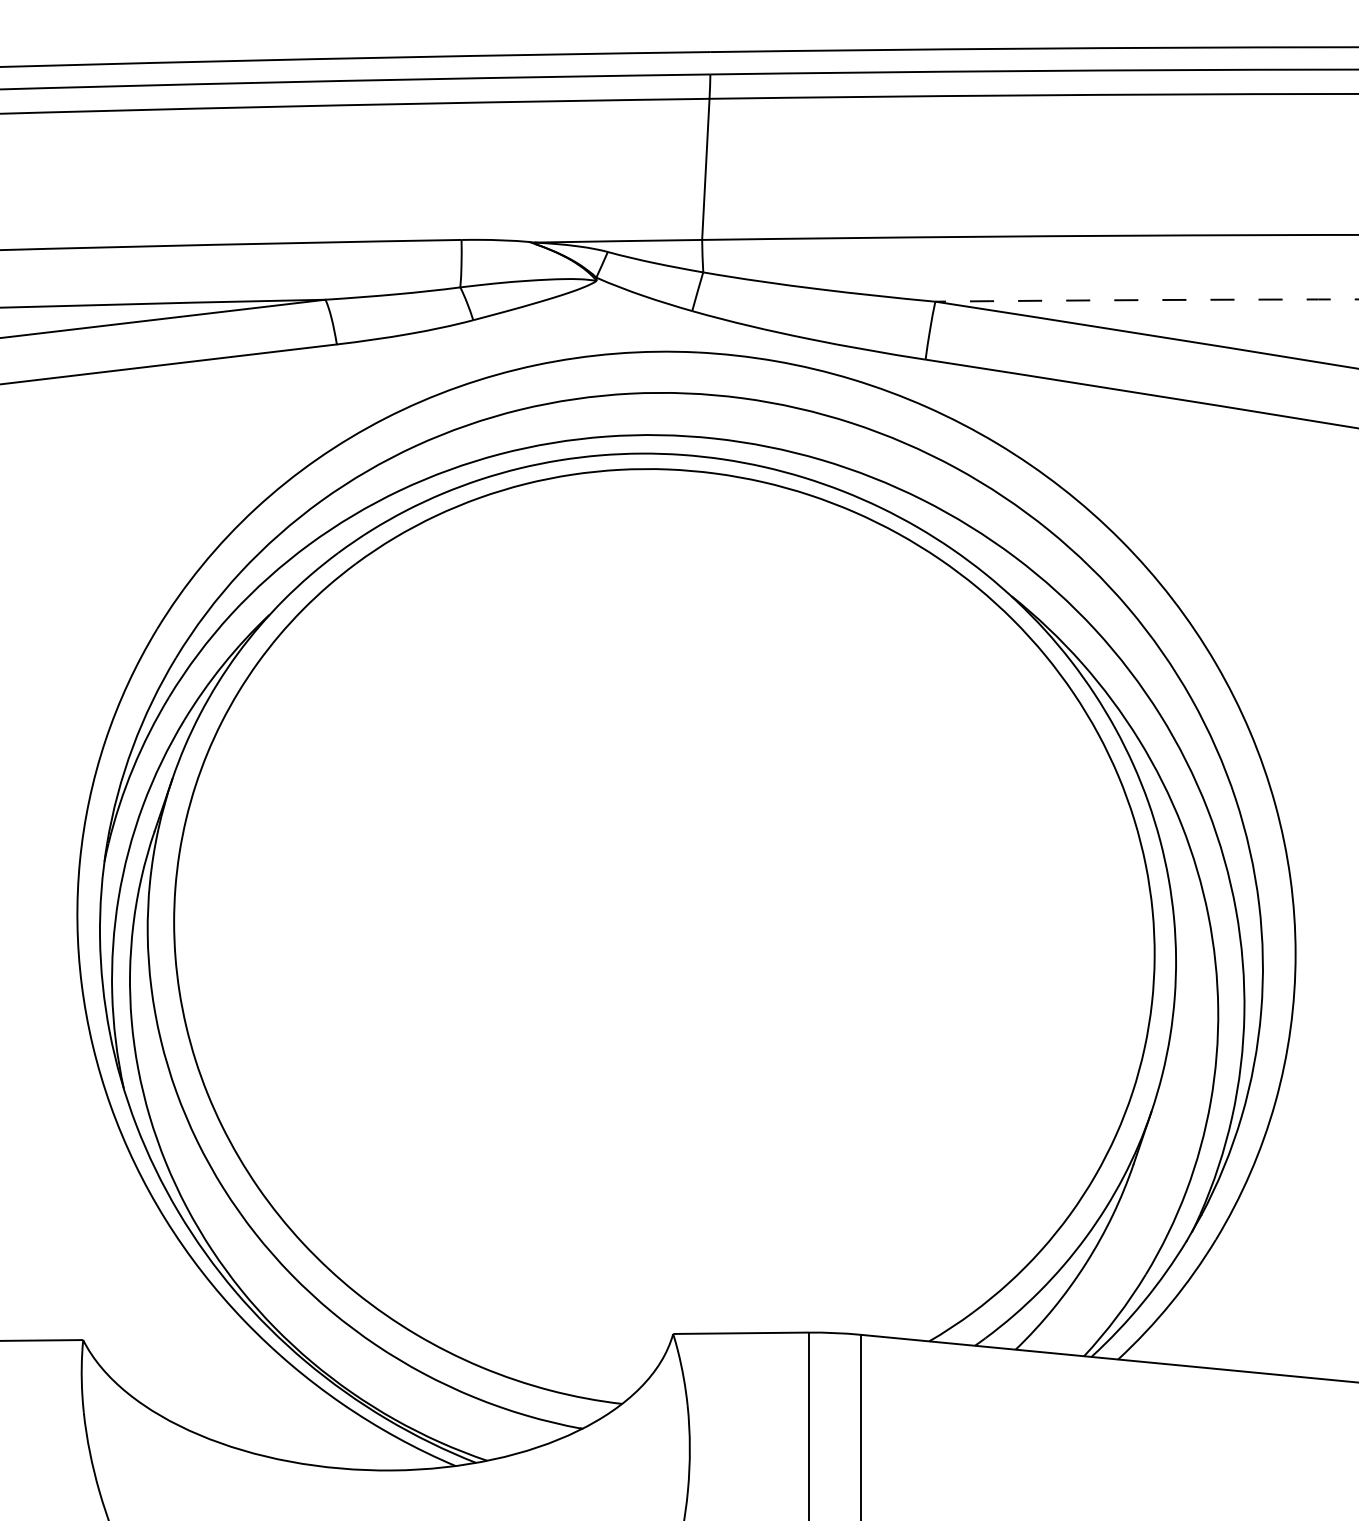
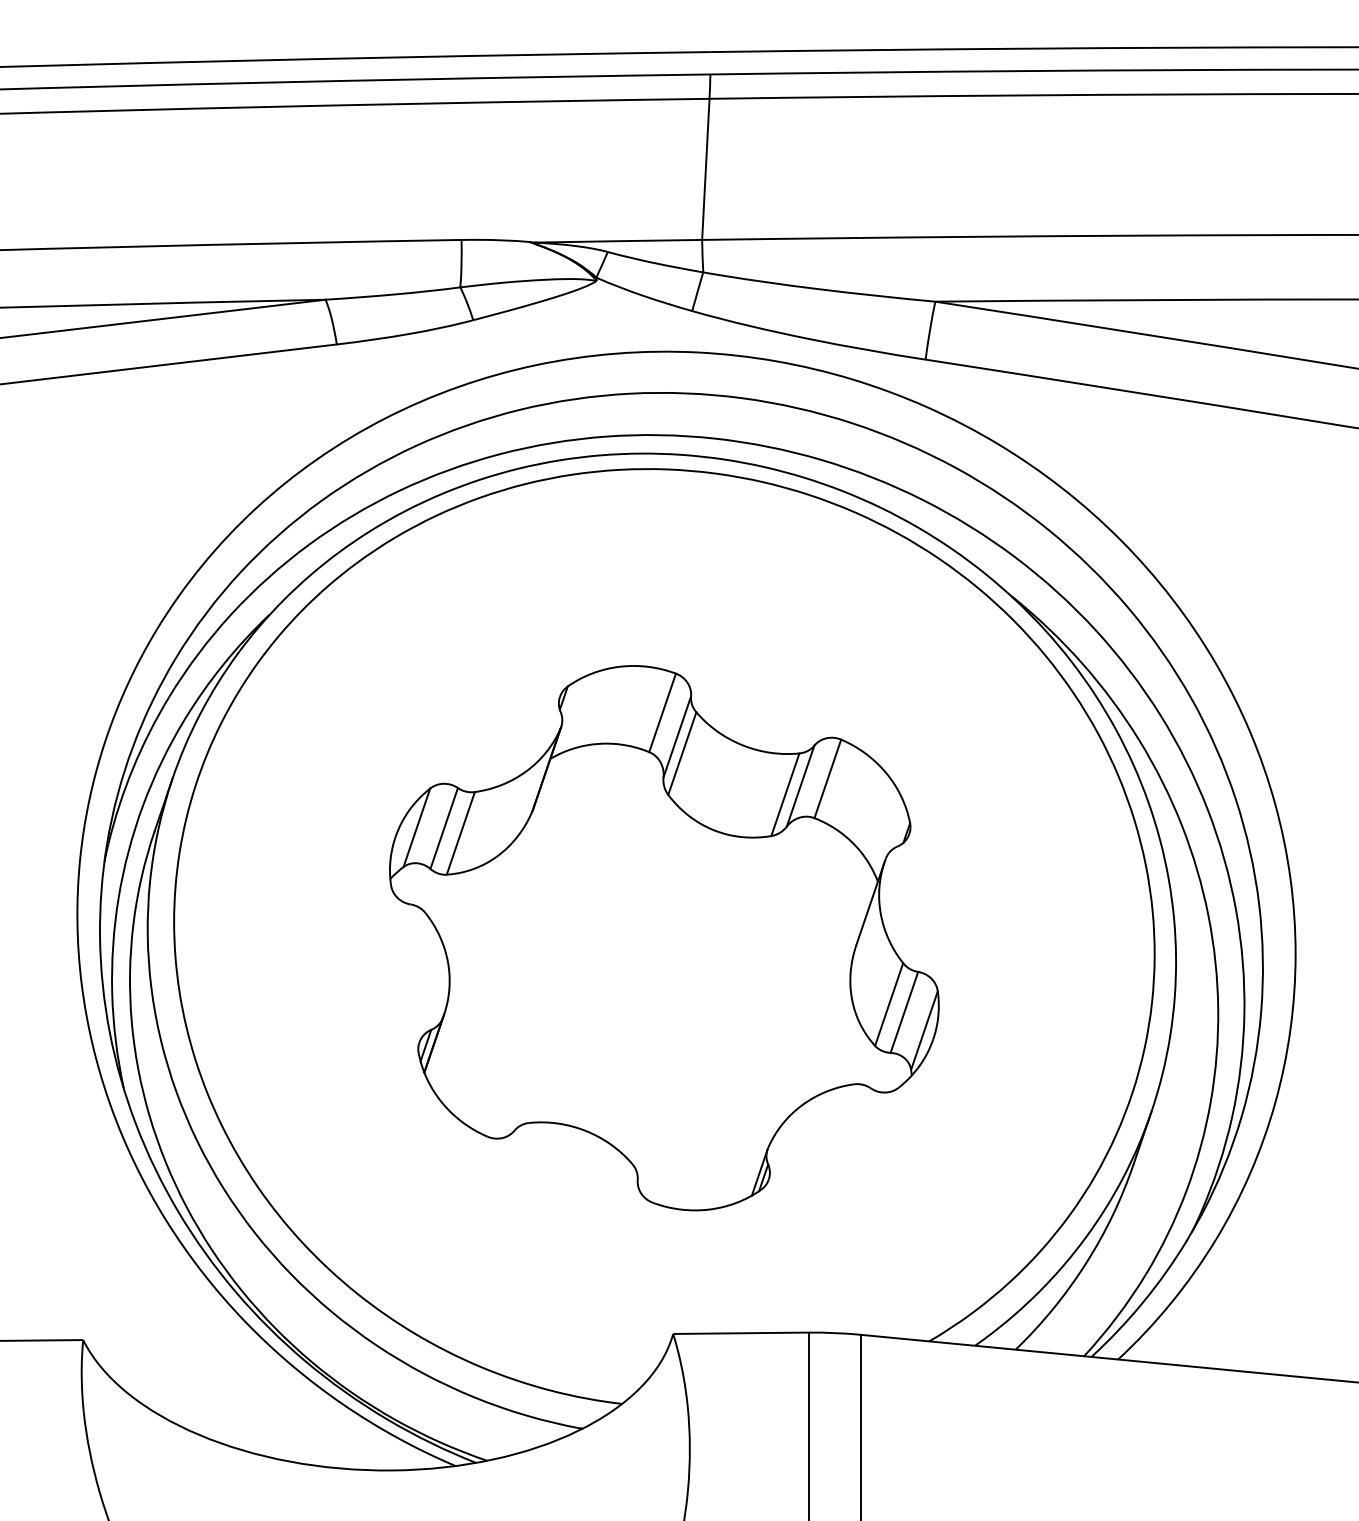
arc at (1147, 300): dashed -> solid
part at (664, 938): none -> present
